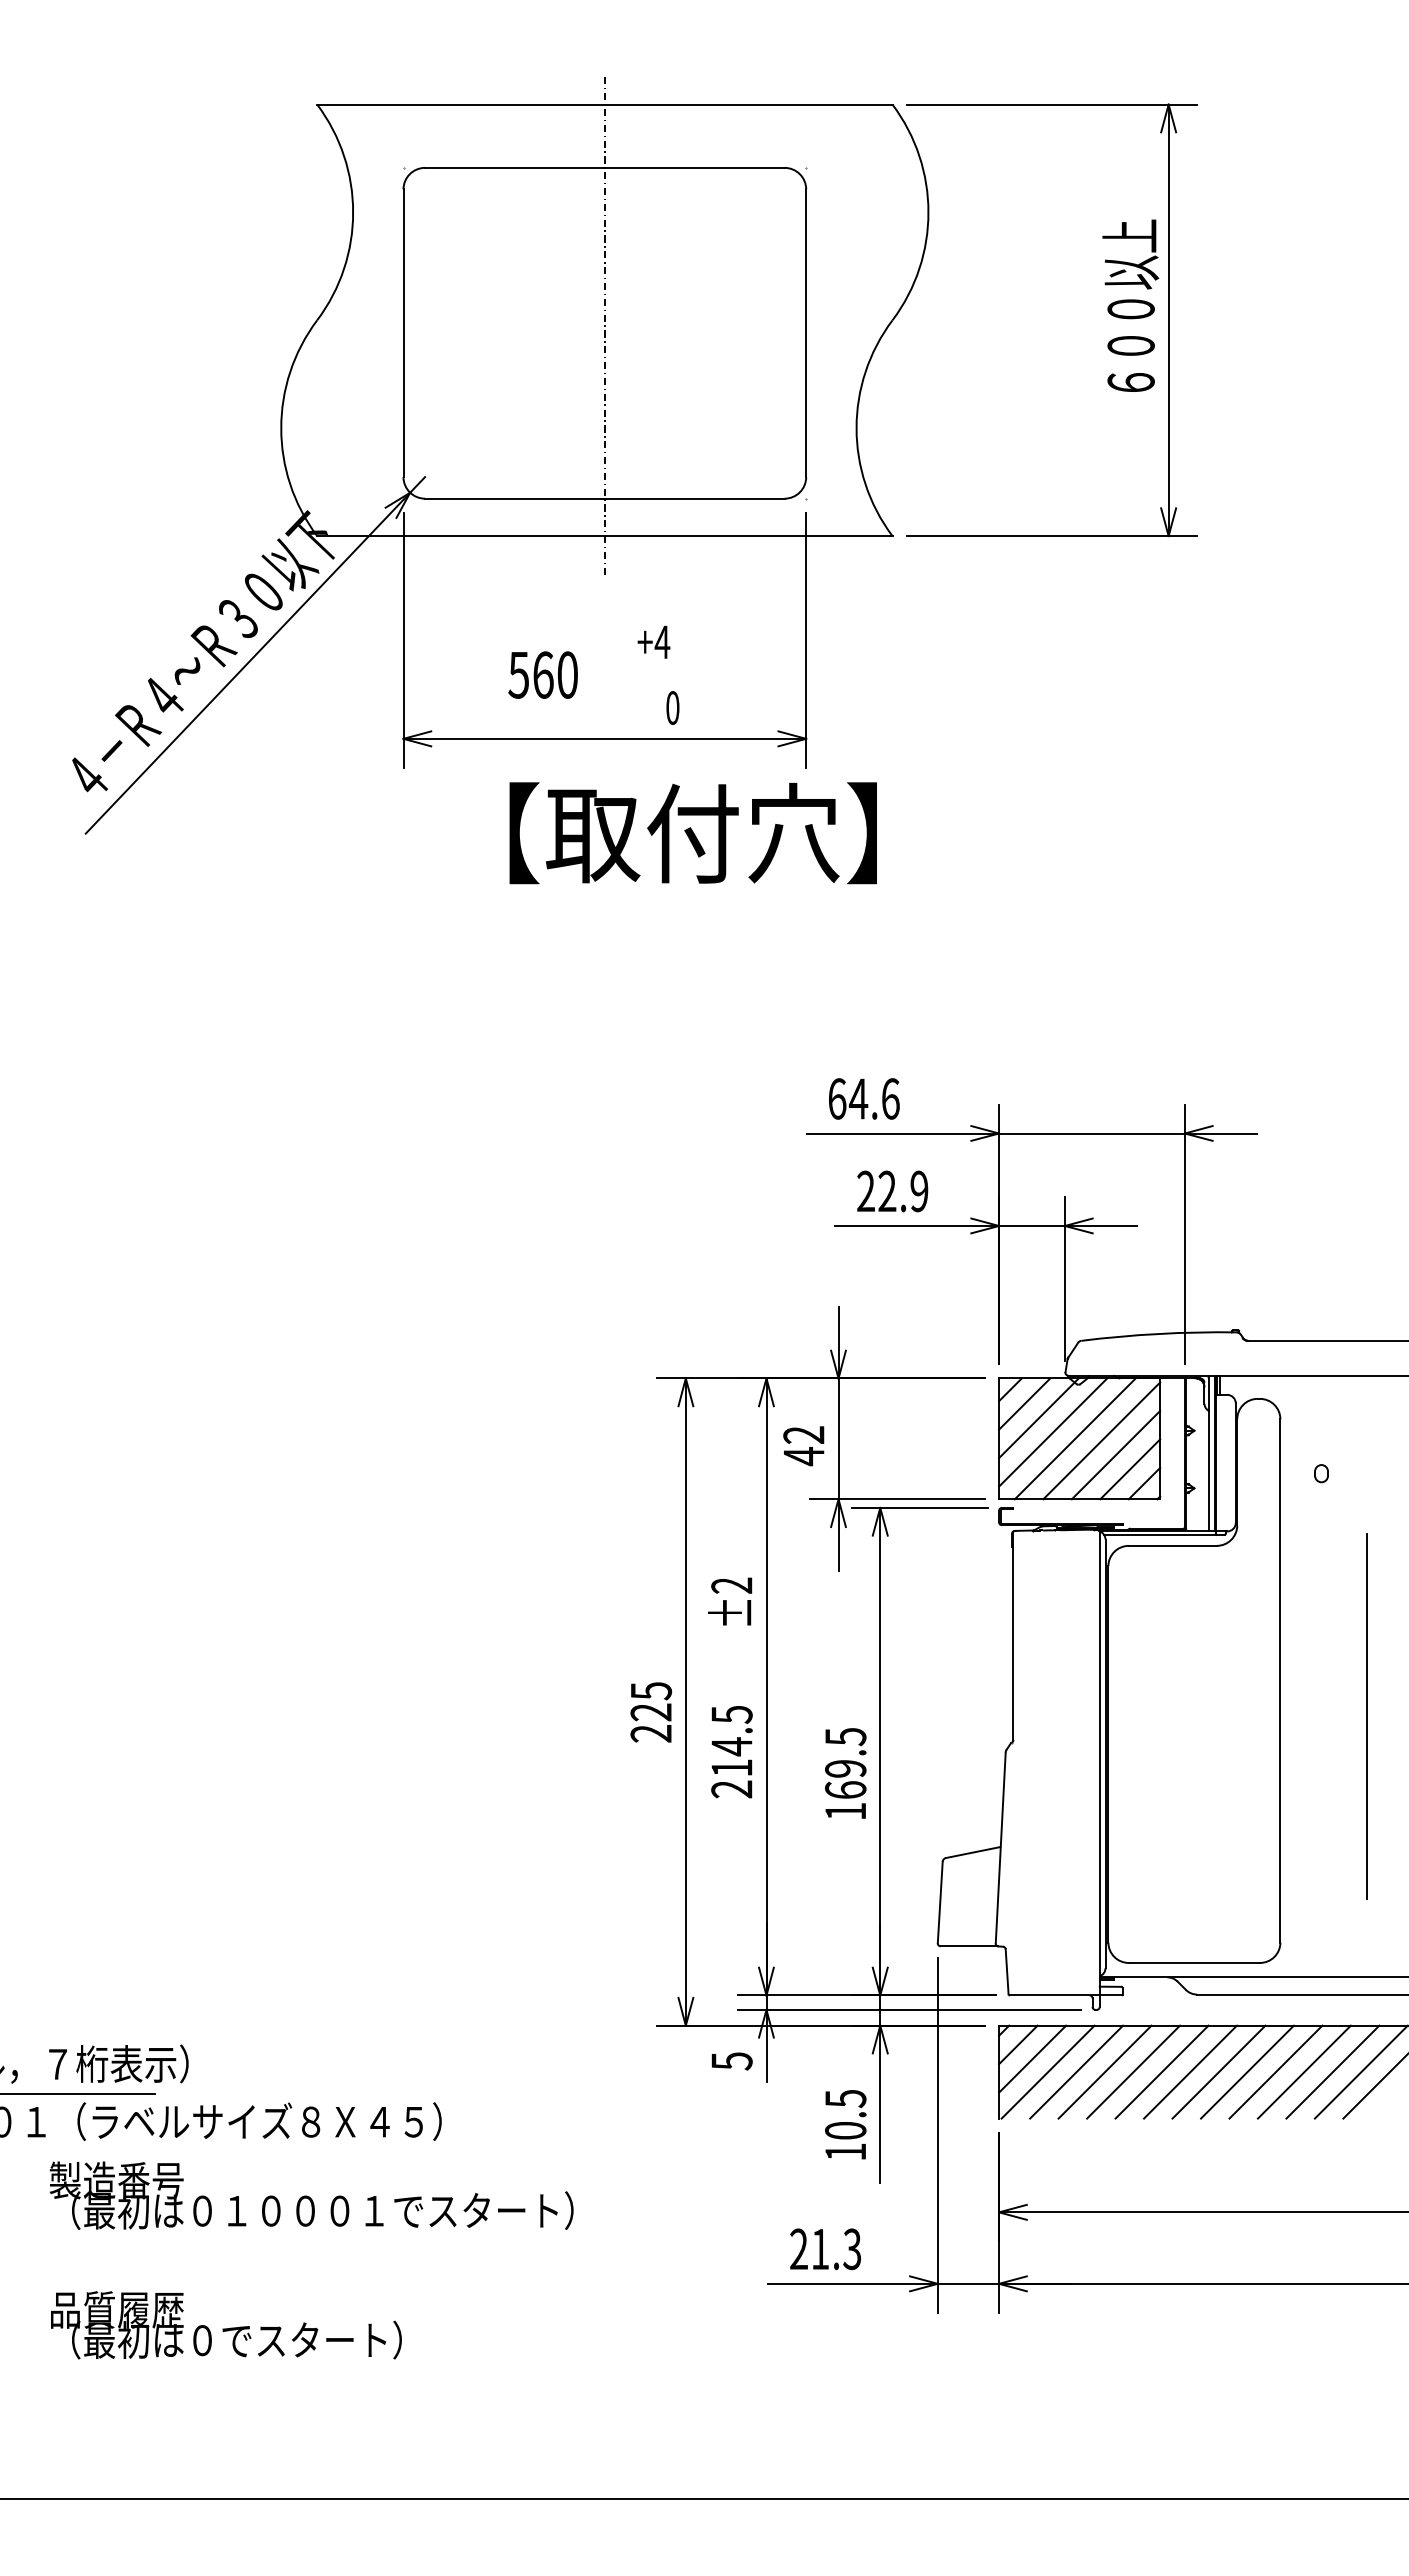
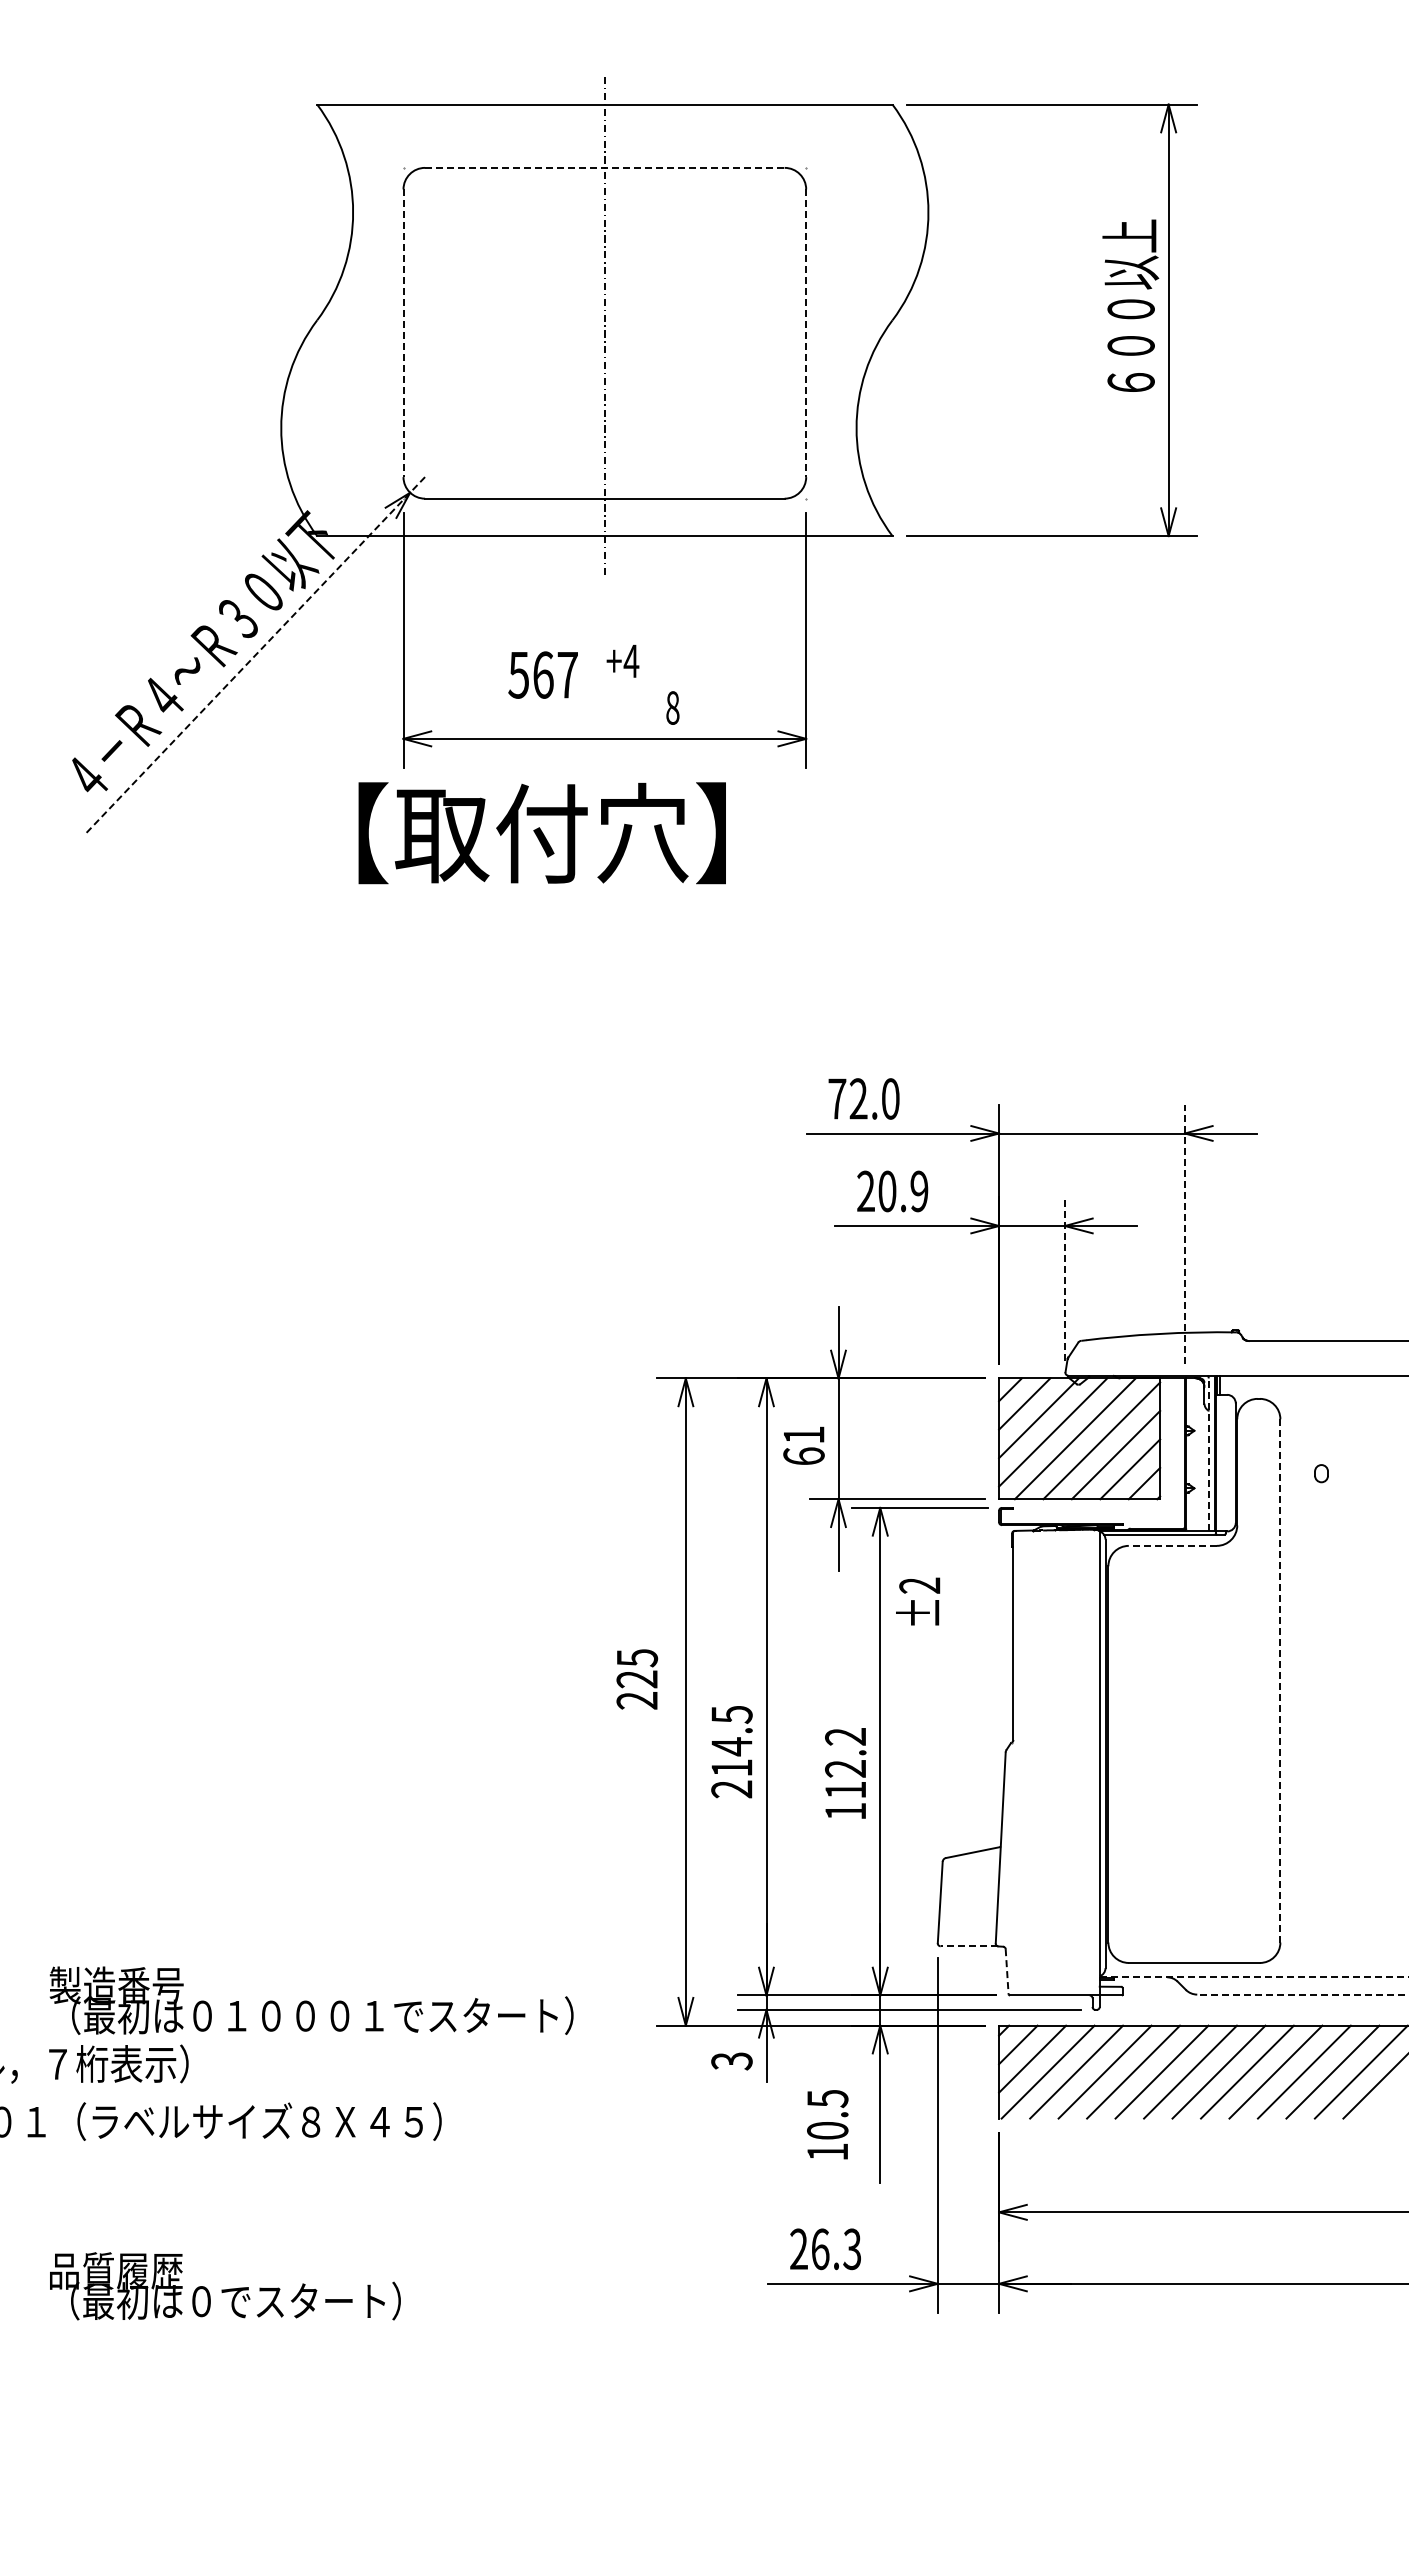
line at (604, 167): solid -> dashed
line at (403, 333): solid -> dashed
line at (806, 333): solid -> dashed
text at (653, 641) position: (653, 641) -> (622, 660)
line at (255, 655): solid -> dashed
text at (567, 674): 560 -> 567
text at (672, 707): 0 -> 8
text at (692, 833) position: (692, 833) -> (541, 833)
text at (863, 1098): 64.6 -> 72.0
text at (887, 1191): 22.9 -> 20.9
line at (1184, 1234): solid -> dashed
line at (1064, 1279): solid -> dashed
text at (803, 1446): 42 -> 61
line at (1208, 1454): solid -> dashed
line at (1172, 1545): solid -> dashed
text at (730, 1601) position: (730, 1601) -> (918, 1601)
line at (1280, 1680): solid -> dashed
text at (651, 1712) position: (651, 1712) -> (637, 1679)
line at (1366, 1716): present -> none
text at (845, 1763): 169.5 -> 112.2
line at (968, 1946): solid -> dashed
line at (1007, 1971): solid -> dashed
line at (1254, 1977): solid -> dashed
line at (1302, 1994): solid -> dashed
text at (731, 2061): 5 -> 3
line at (78, 2093): present -> none
text at (845, 2124) position: (845, 2124) -> (827, 2124)
text at (311, 2195) position: (311, 2195) -> (311, 2000)
text at (820, 2249): 21.3 -> 26.3
text at (226, 2325) position: (226, 2325) -> (225, 2286)
line at (703, 2498): present -> none
